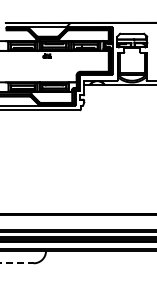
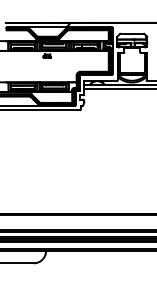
line at (118, 88): none -> present
line at (17, 263): dashed -> solid
